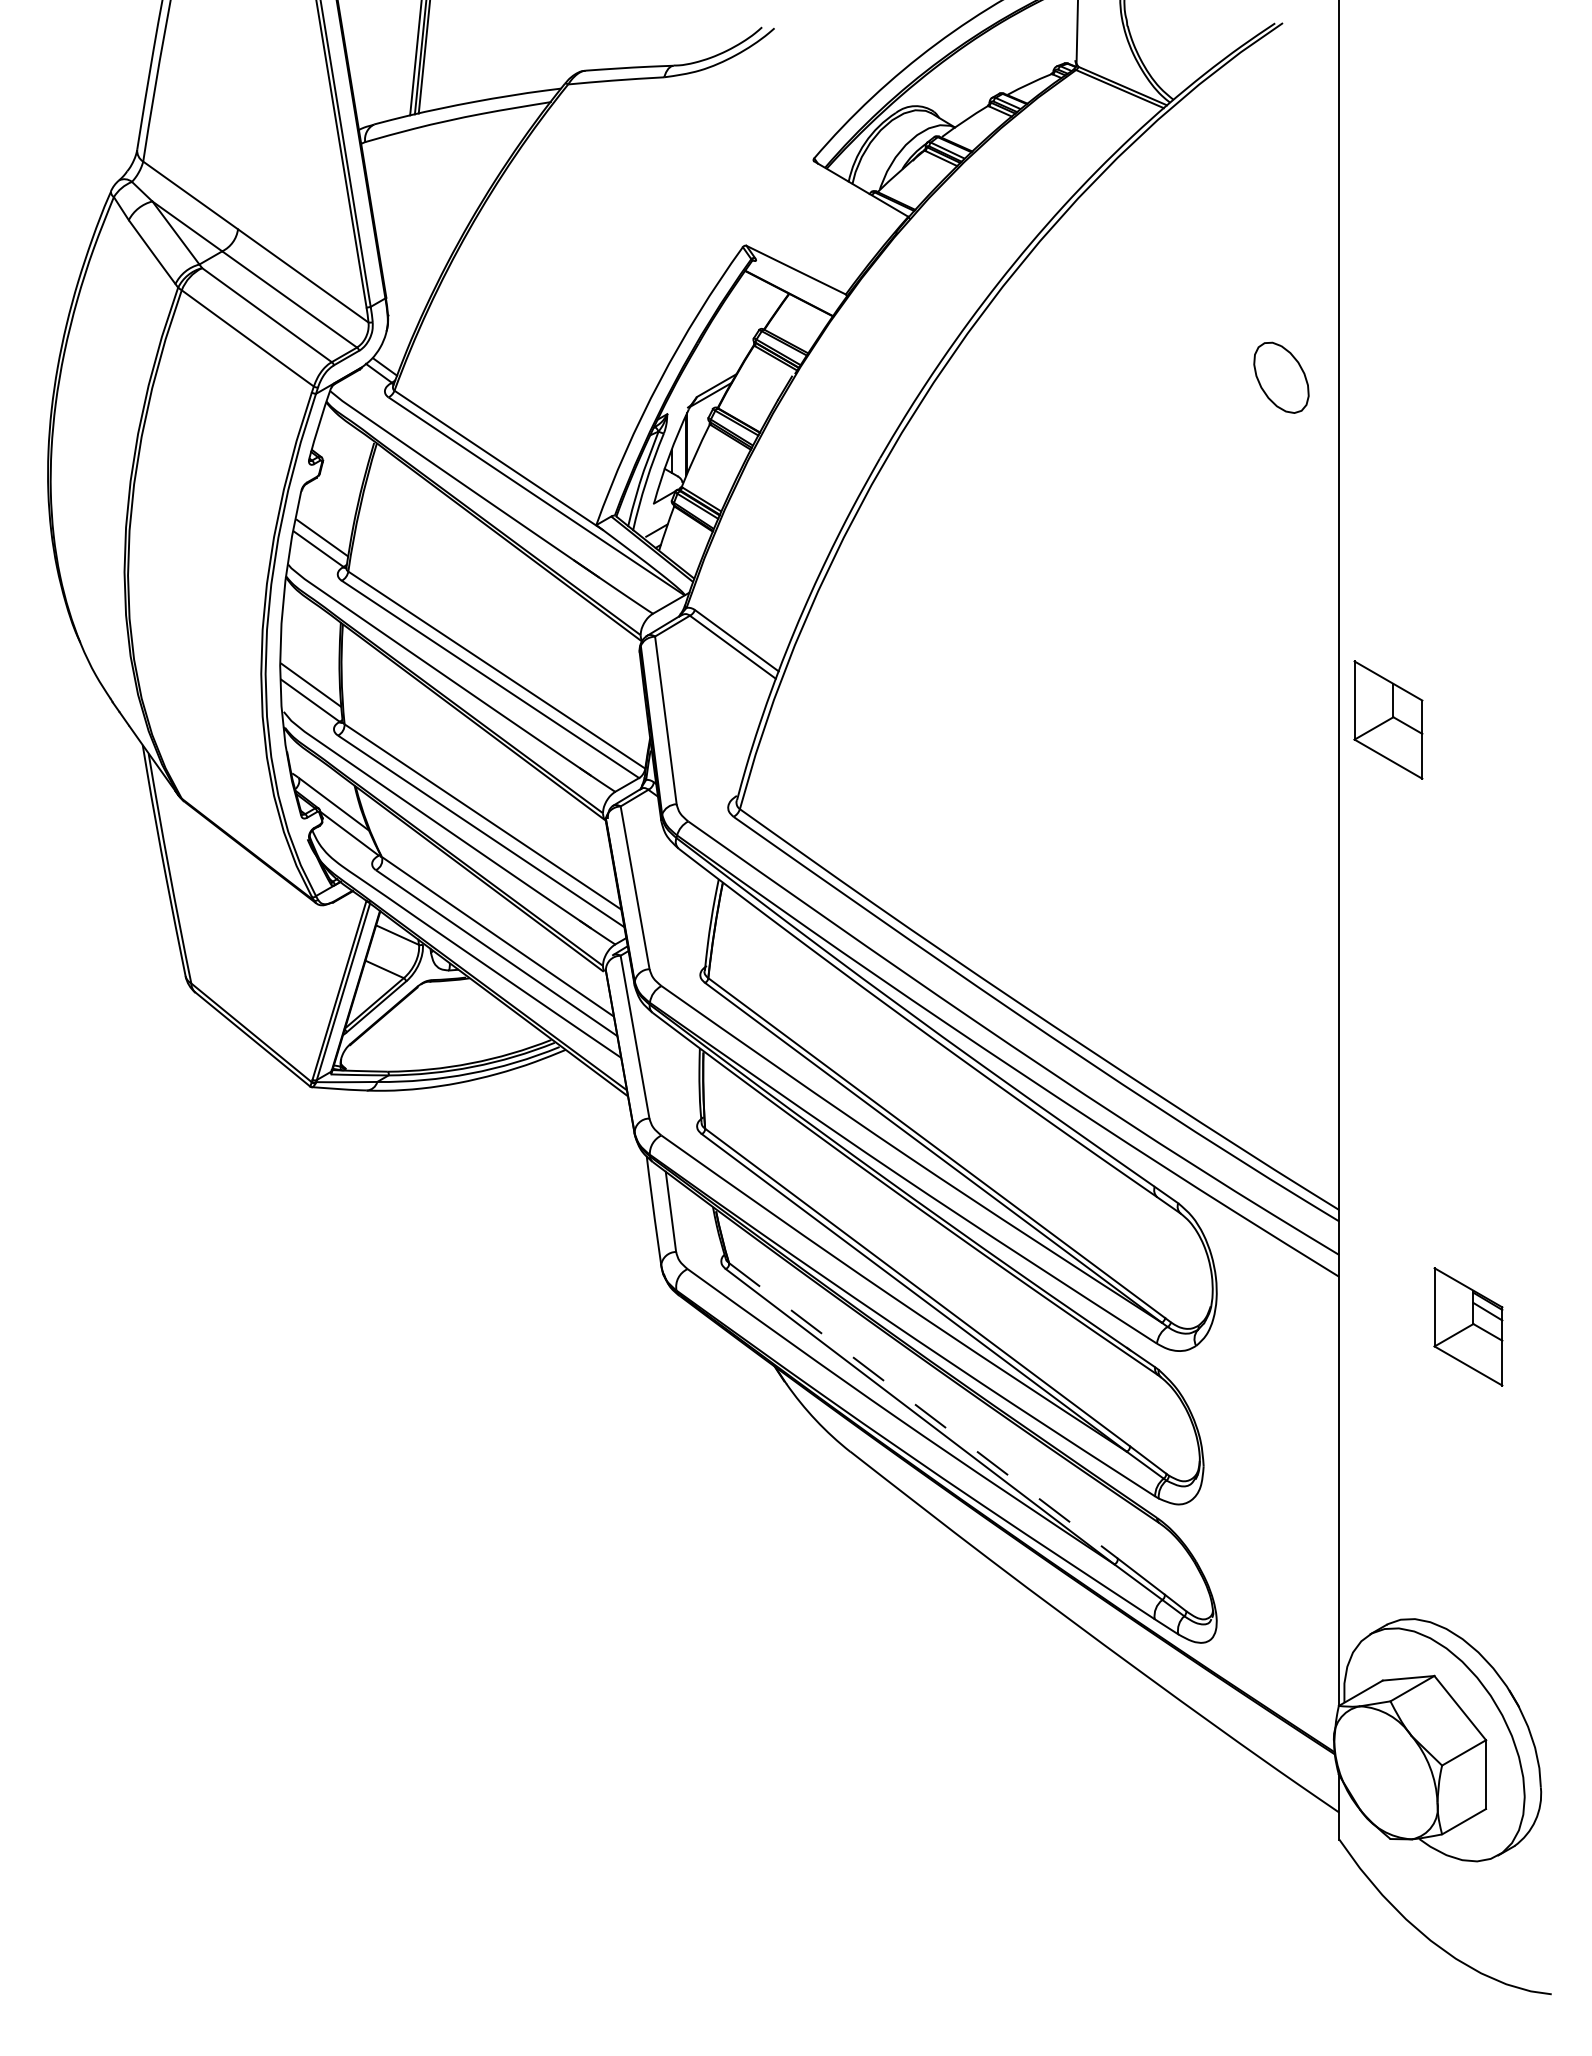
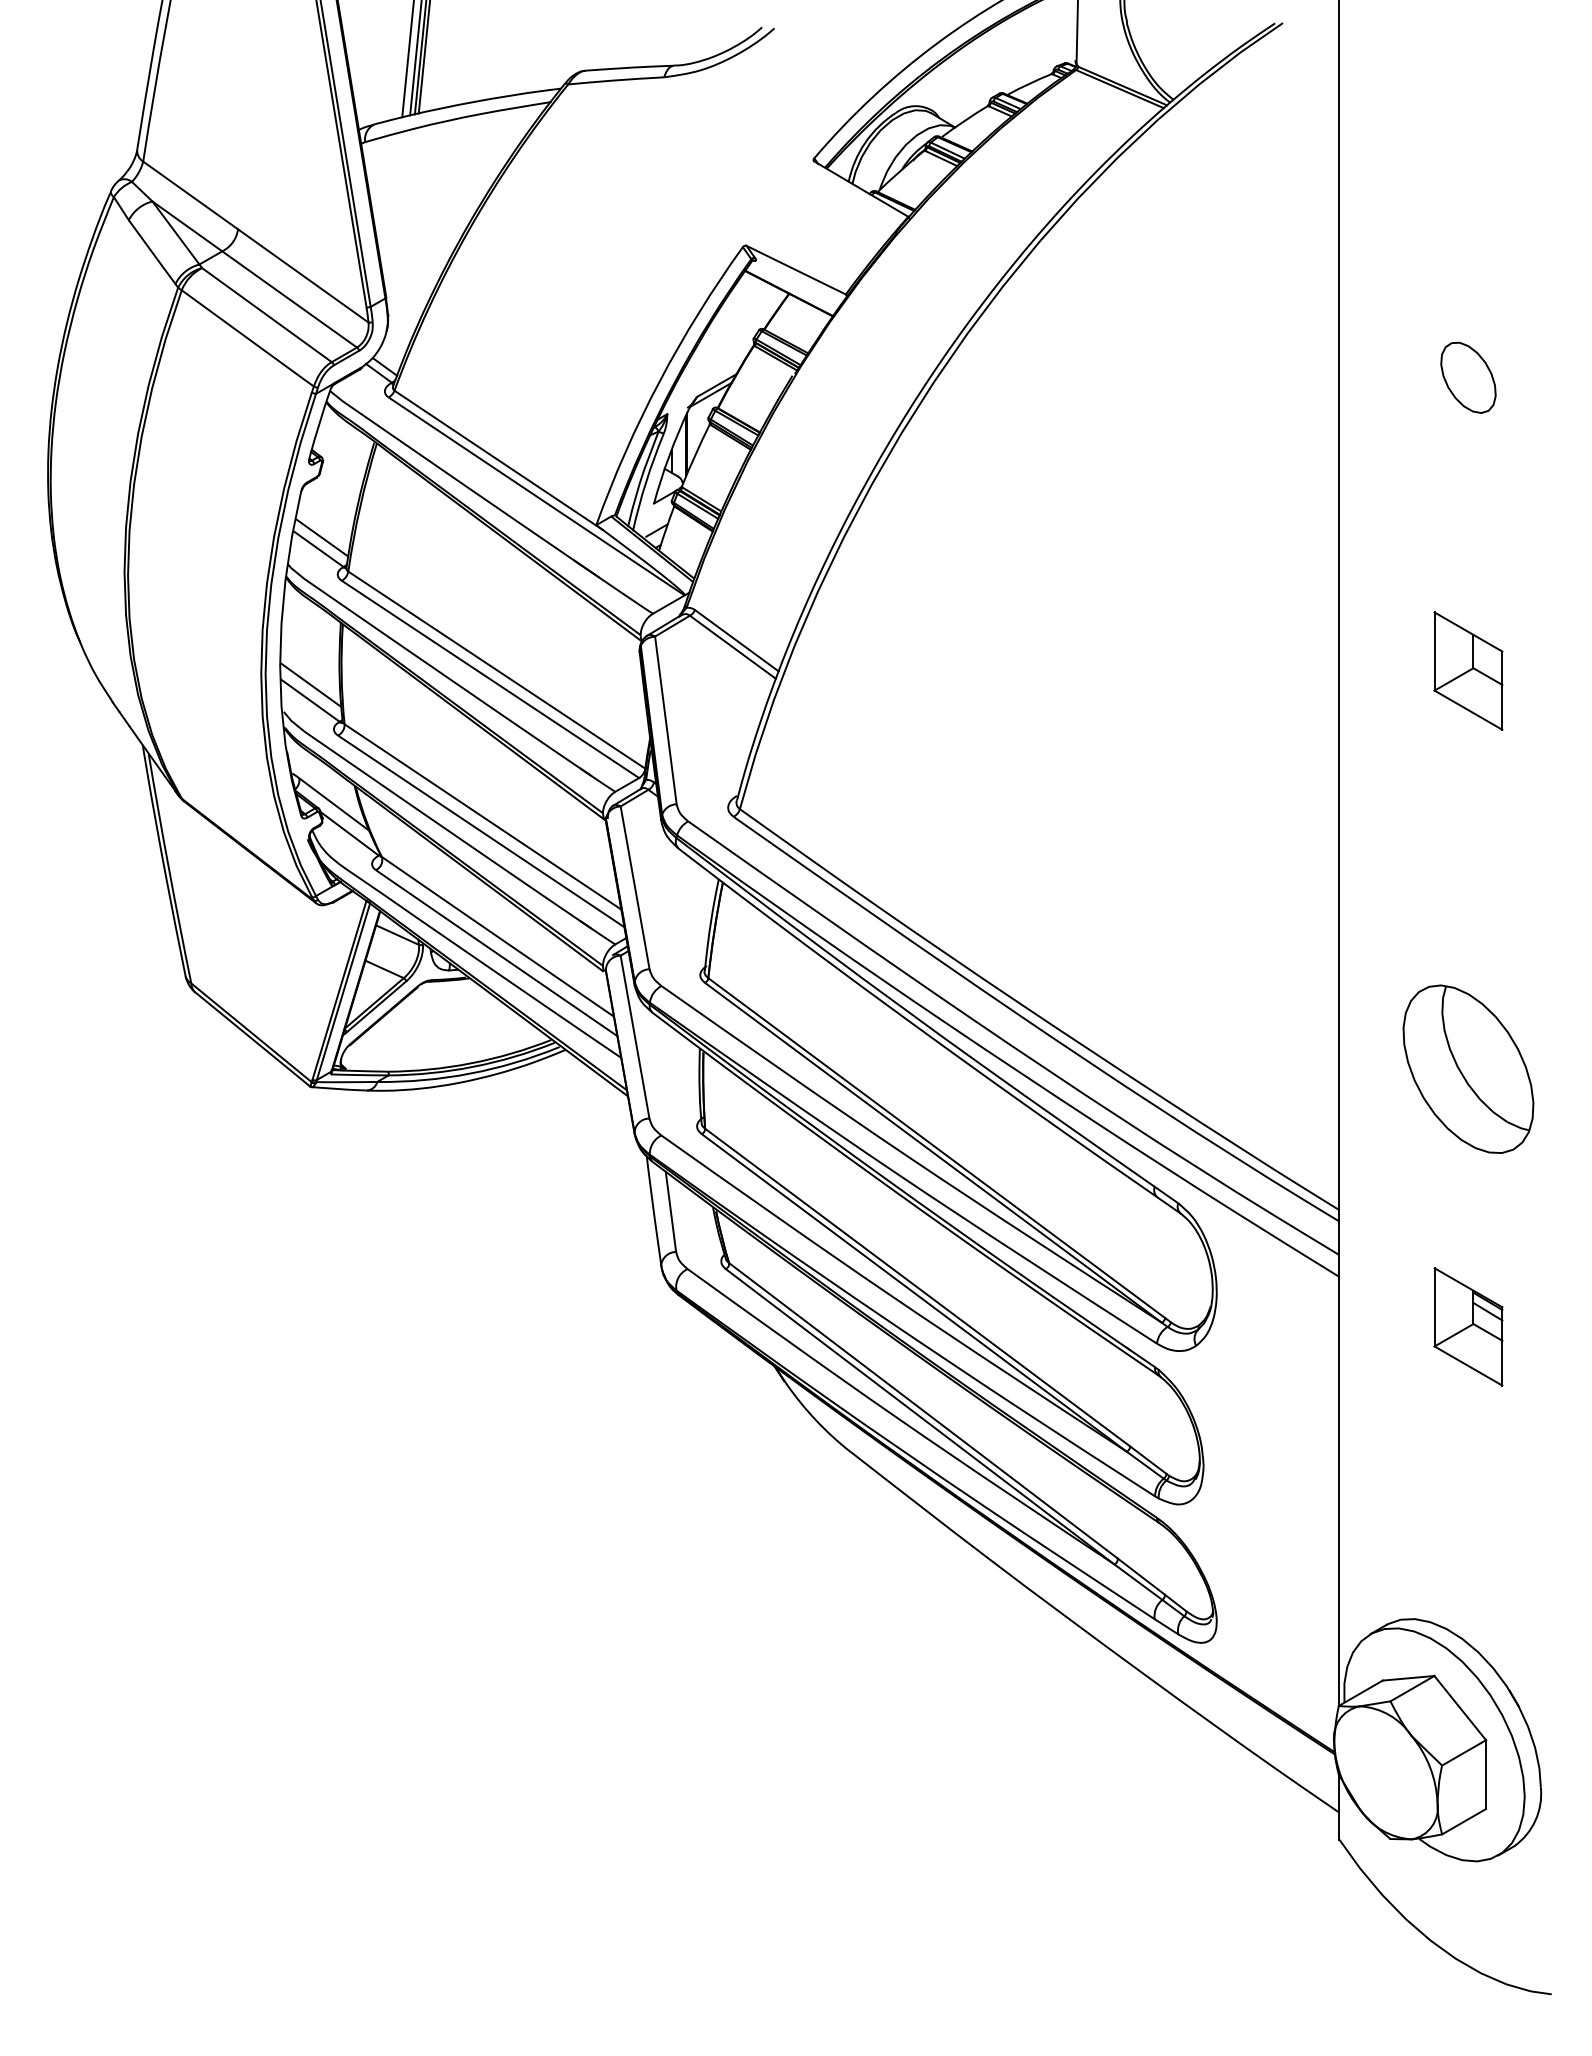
line at (407, 59): none -> present
part at (1281, 377) position: (1281, 377) -> (1468, 377)
part at (1388, 719) position: (1388, 719) -> (1468, 670)
part at (1468, 1068): none -> present
line at (923, 1411): dashed -> solid
